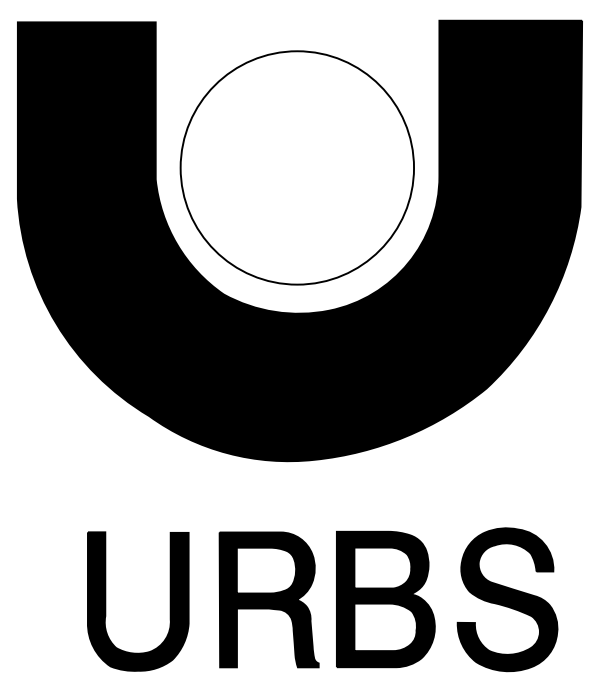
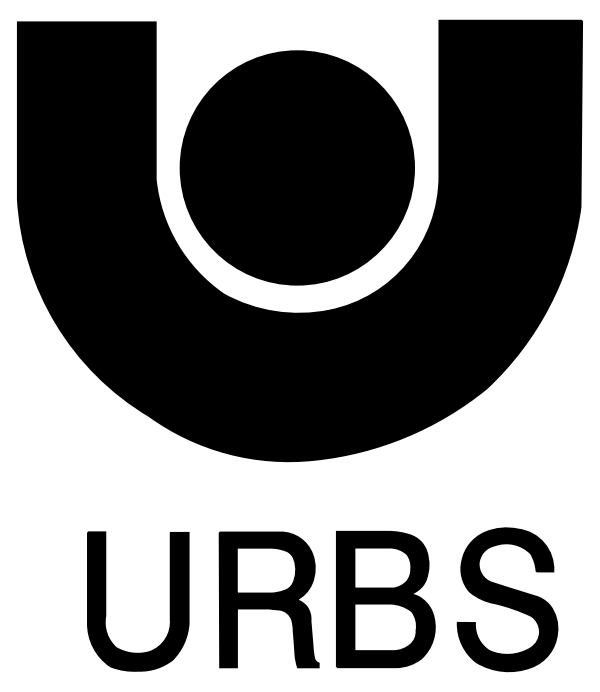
fill at (297, 167): none -> present
